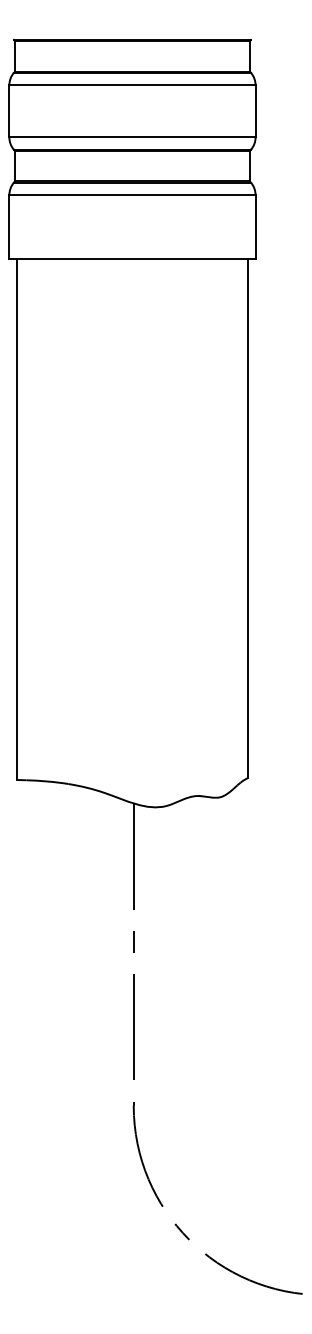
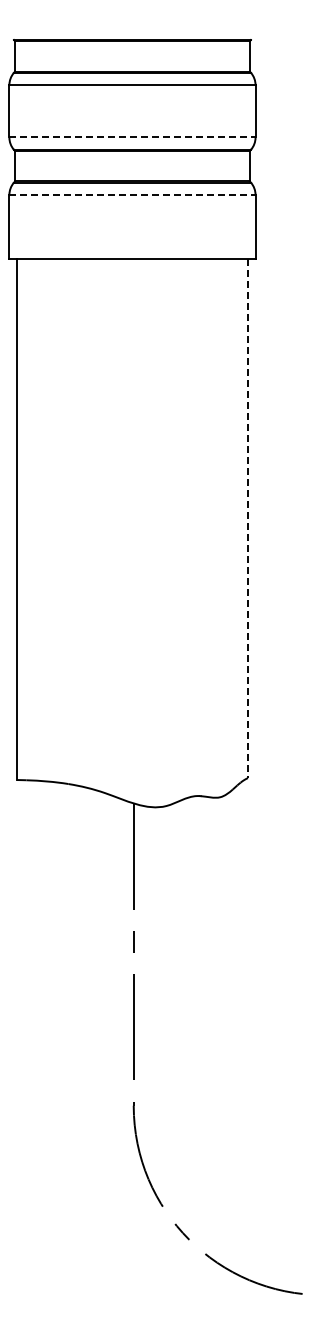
line at (132, 137): solid -> dashed
line at (132, 195): solid -> dashed
line at (247, 519): solid -> dashed
